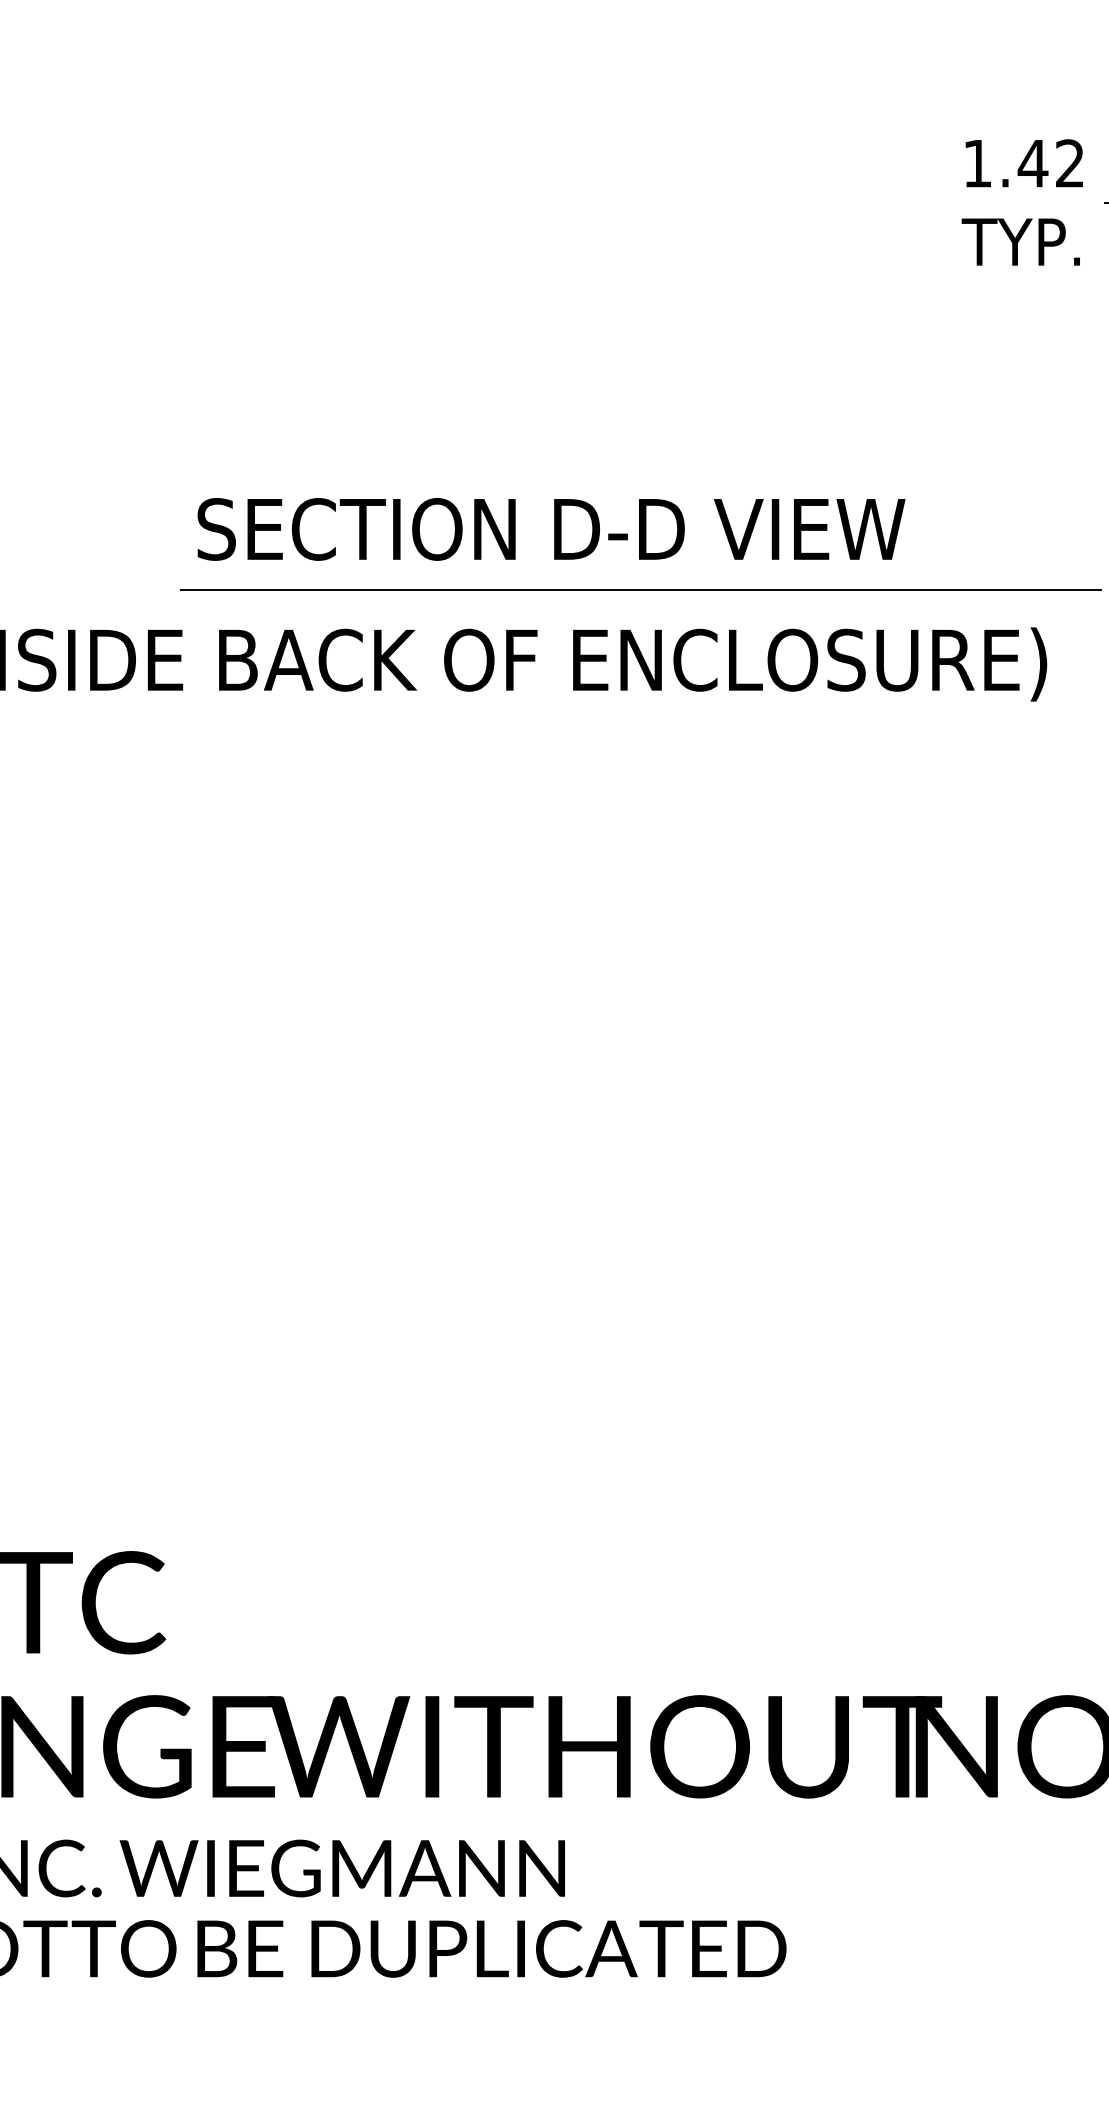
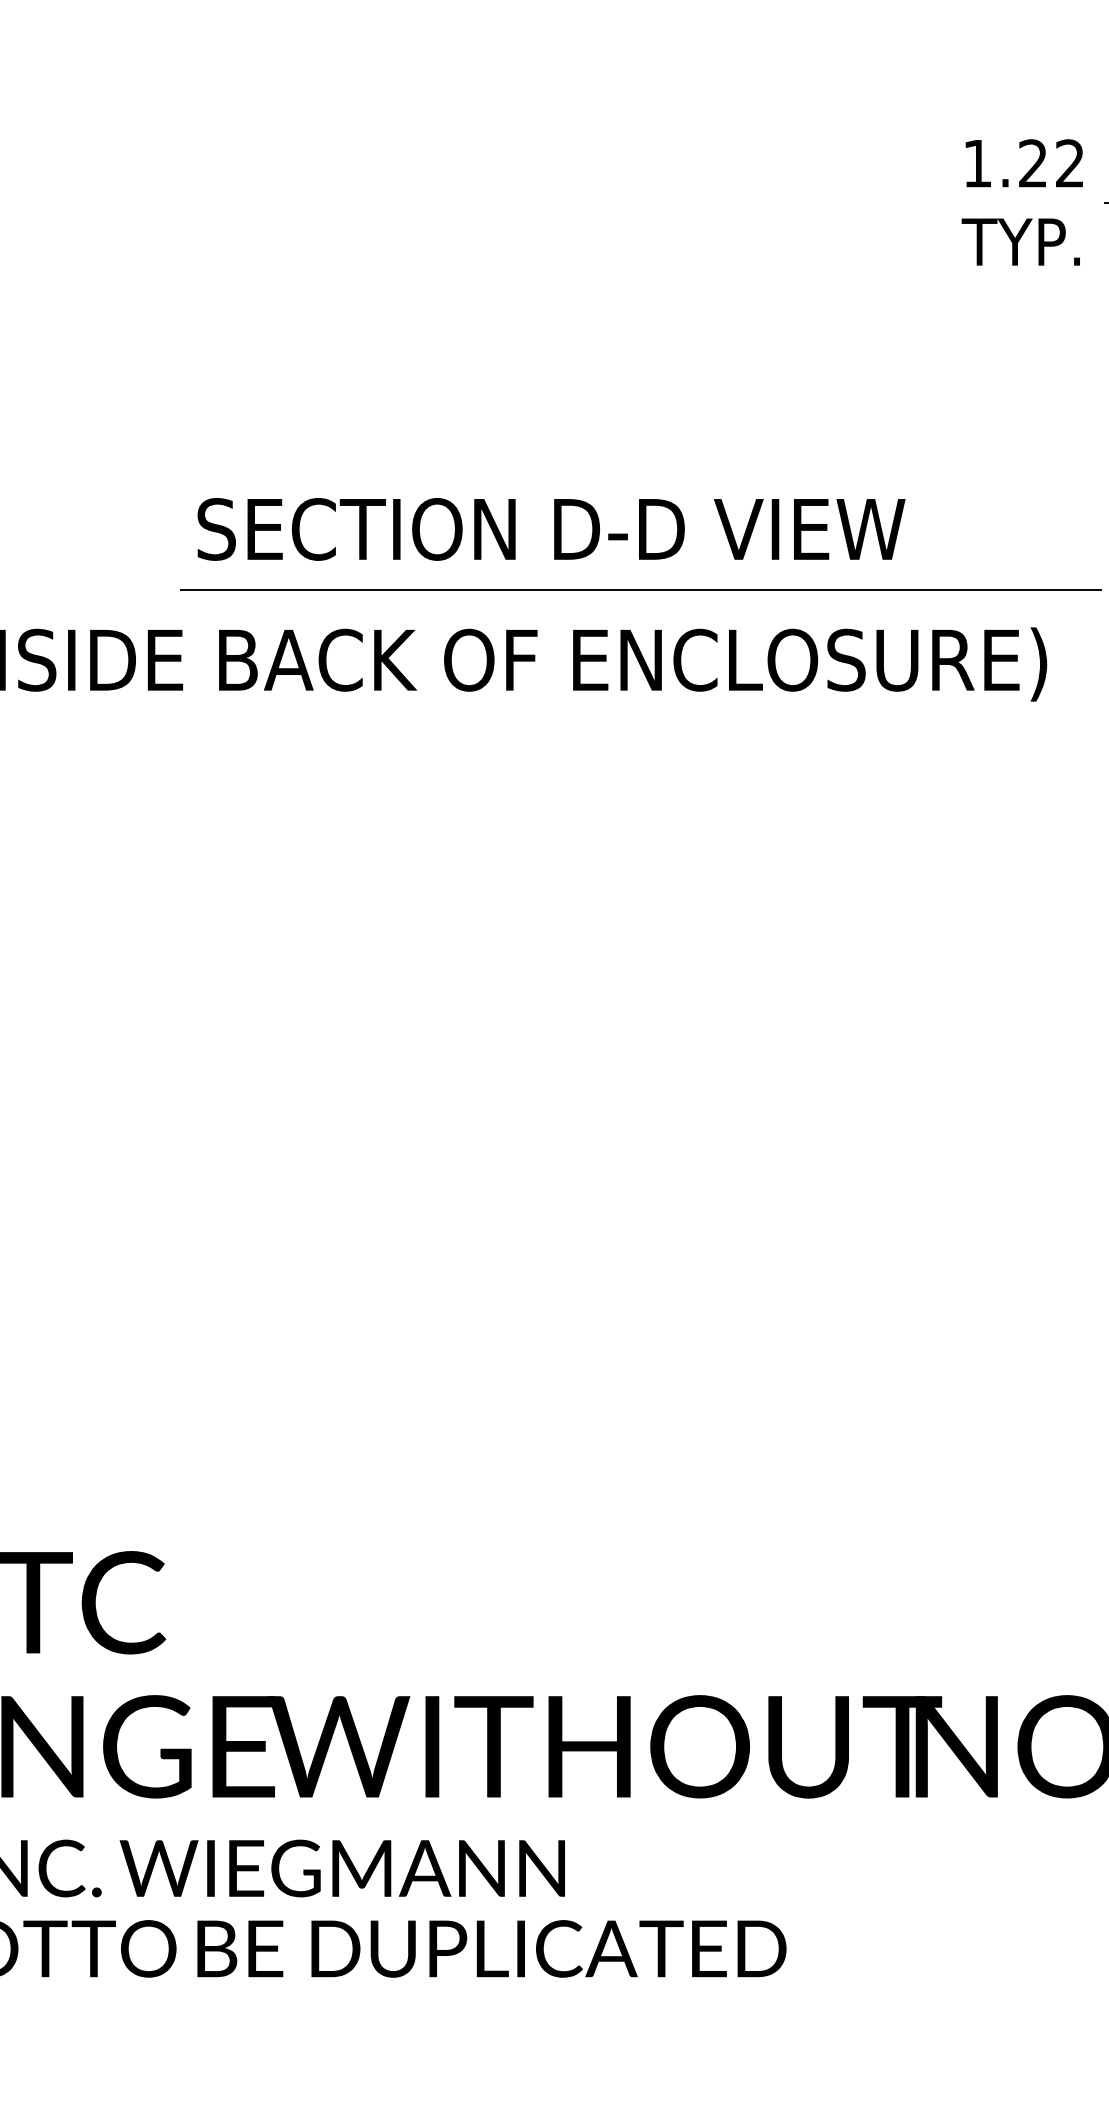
text at (1032, 163): 1.42 -> 1.22
